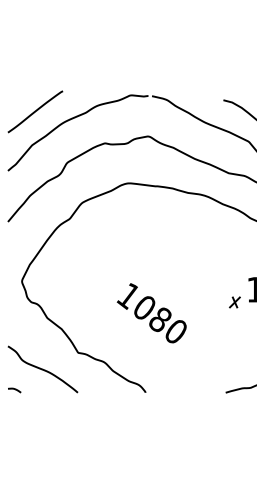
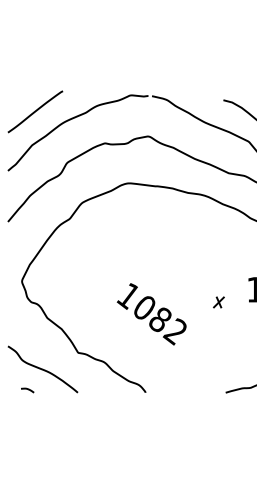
part at (234, 302) position: (234, 302) -> (218, 302)
text at (174, 331): 1080 -> 1082
curve at (14, 389) position: (14, 389) -> (27, 389)
